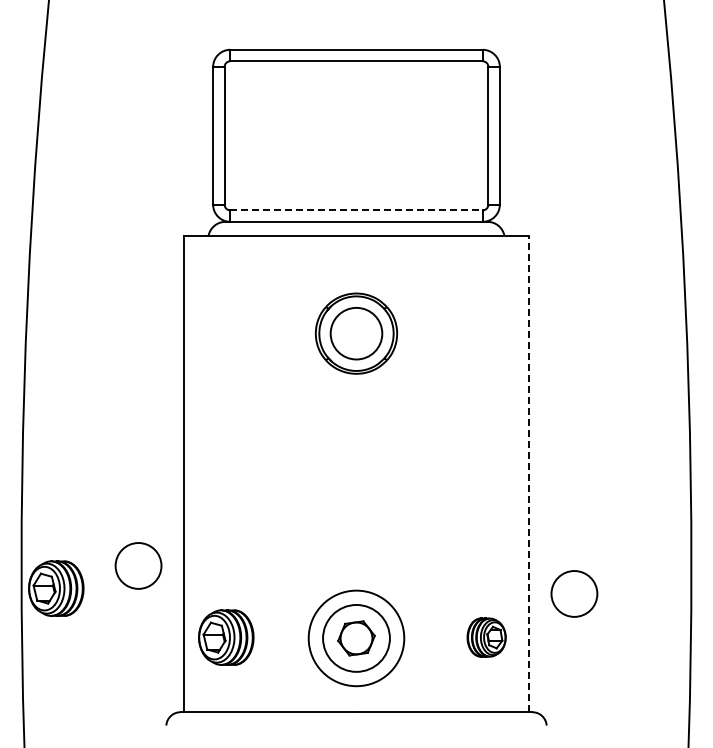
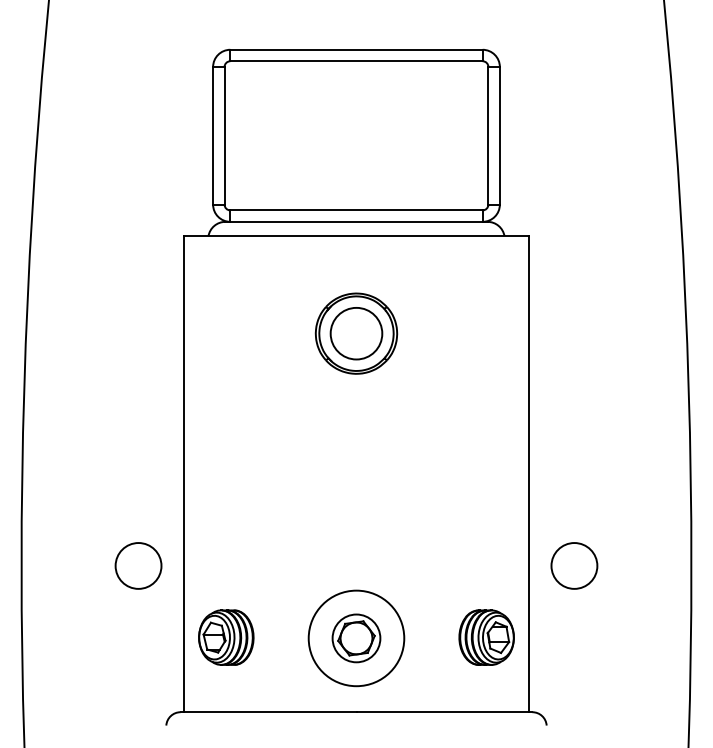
line at (357, 210): dashed -> solid
line at (529, 473): dashed -> solid
part at (56, 588): present -> none
circle at (574, 593) position: (574, 593) -> (574, 565)
circle at (356, 637) diameter: 67 px -> 48 px
part at (486, 637) size: 41x41 px -> 57x57 px
